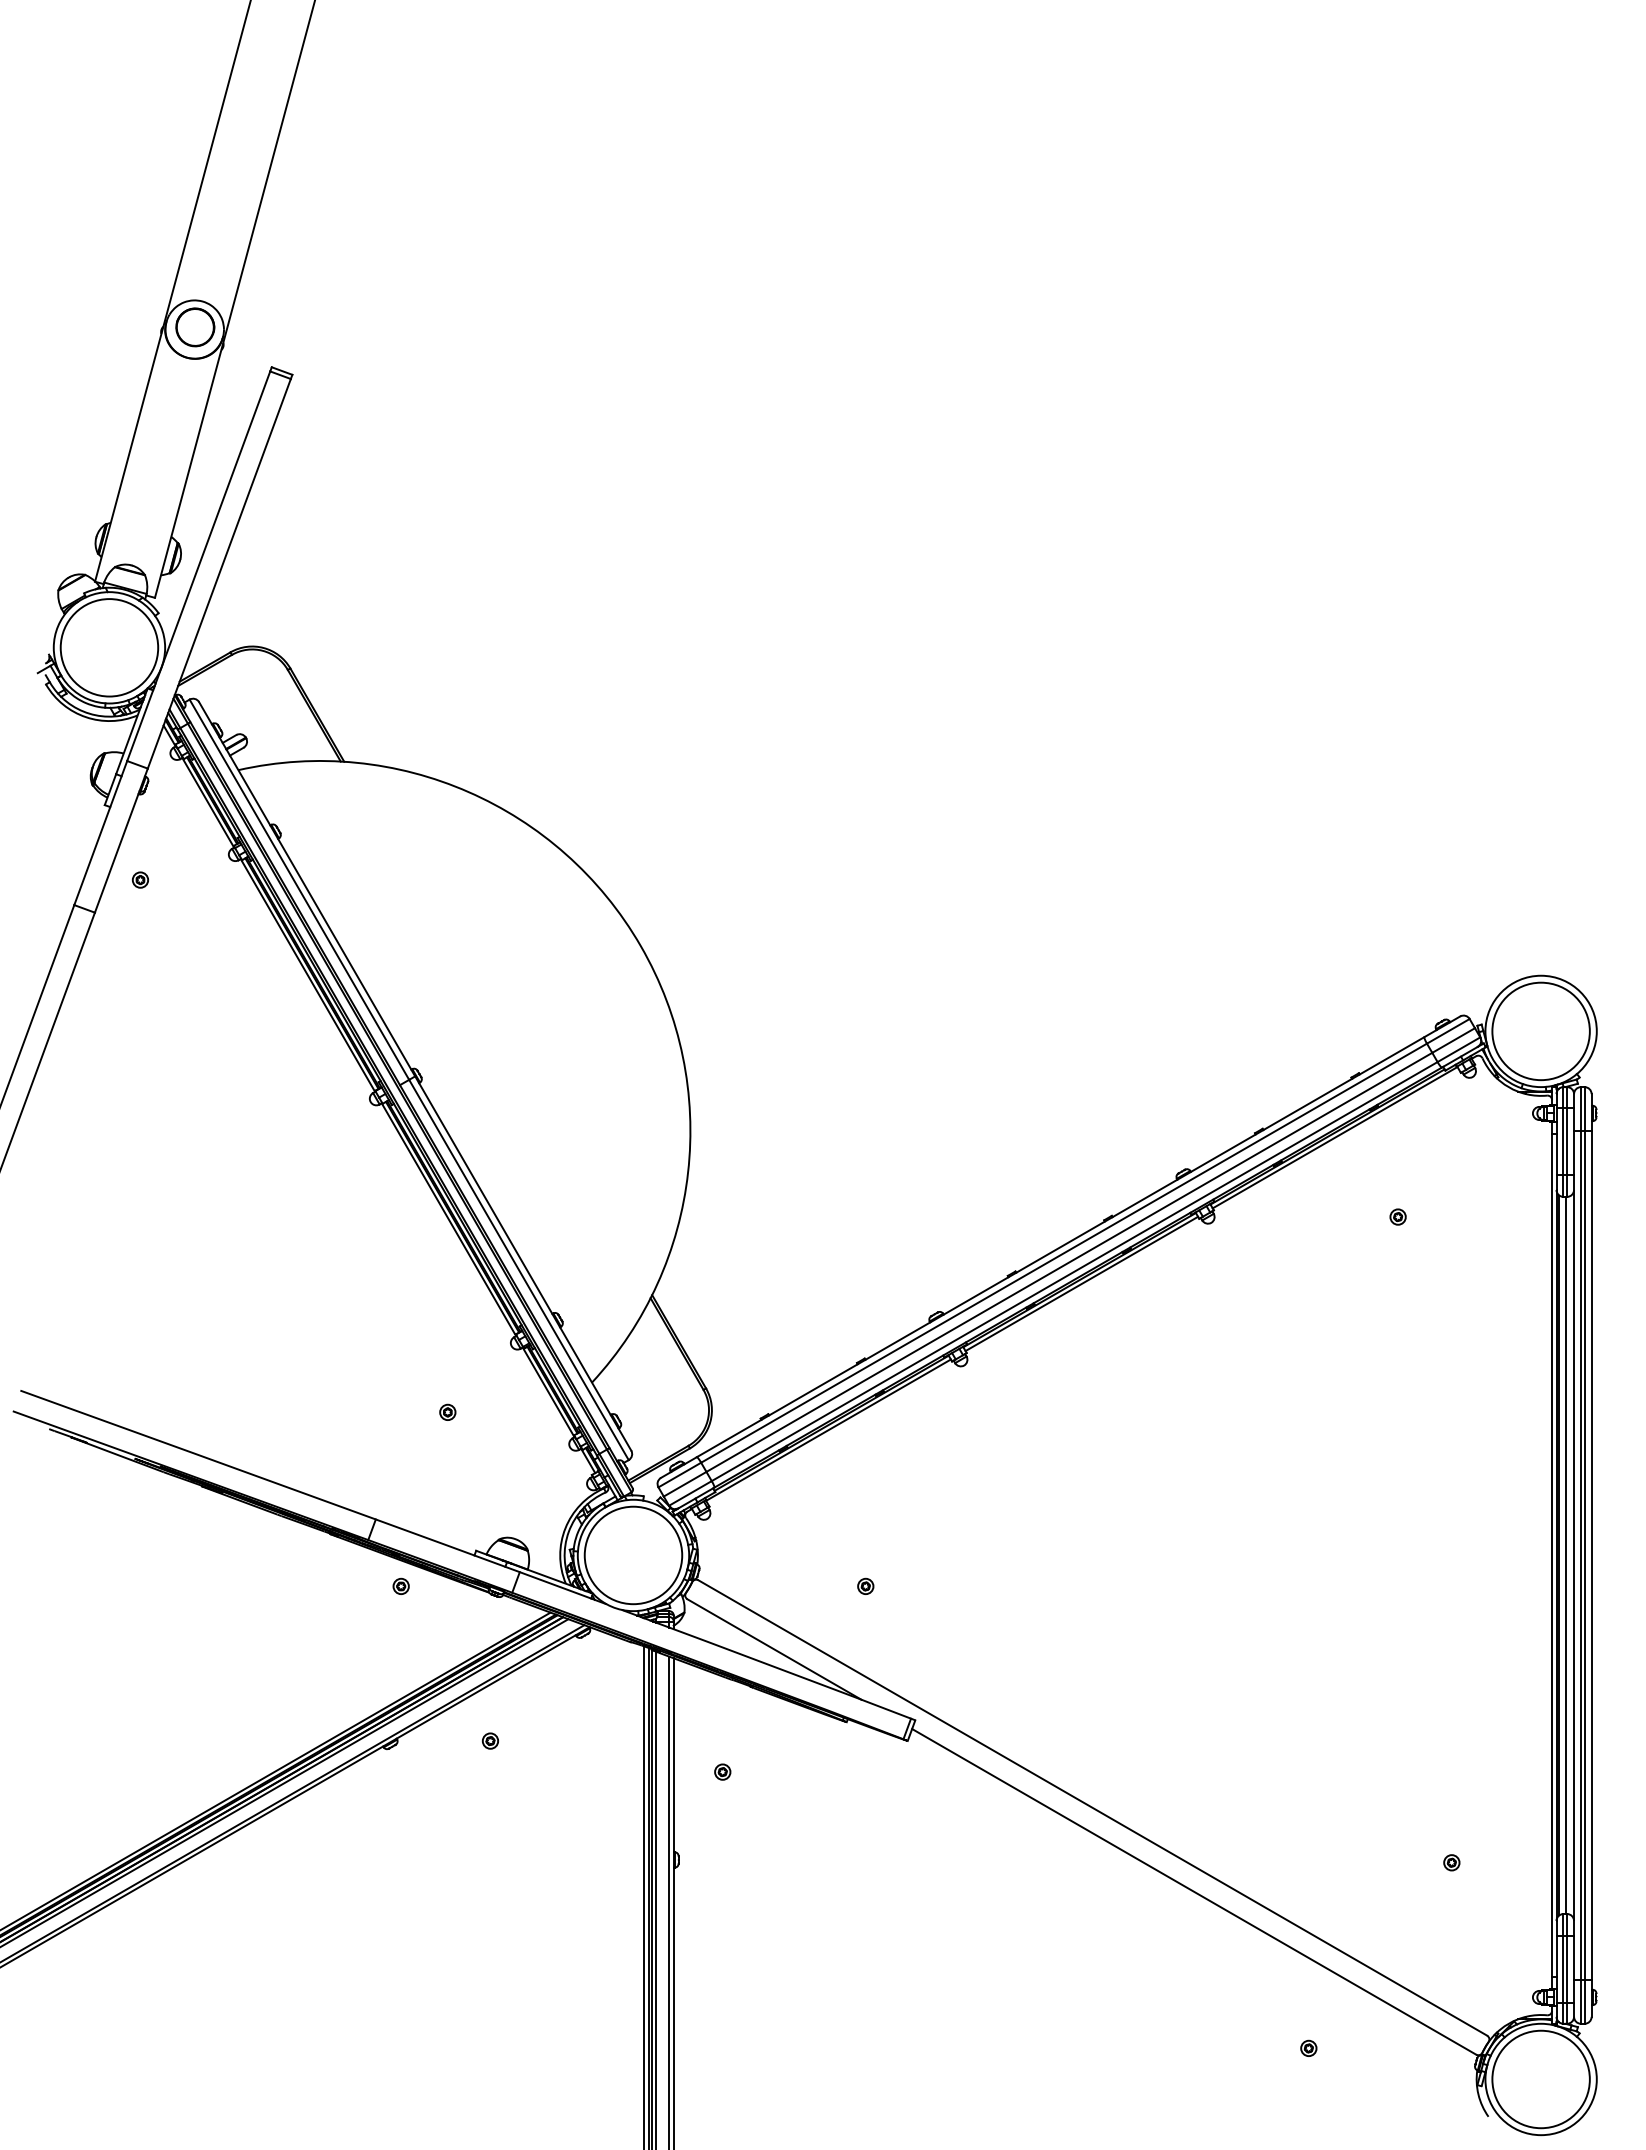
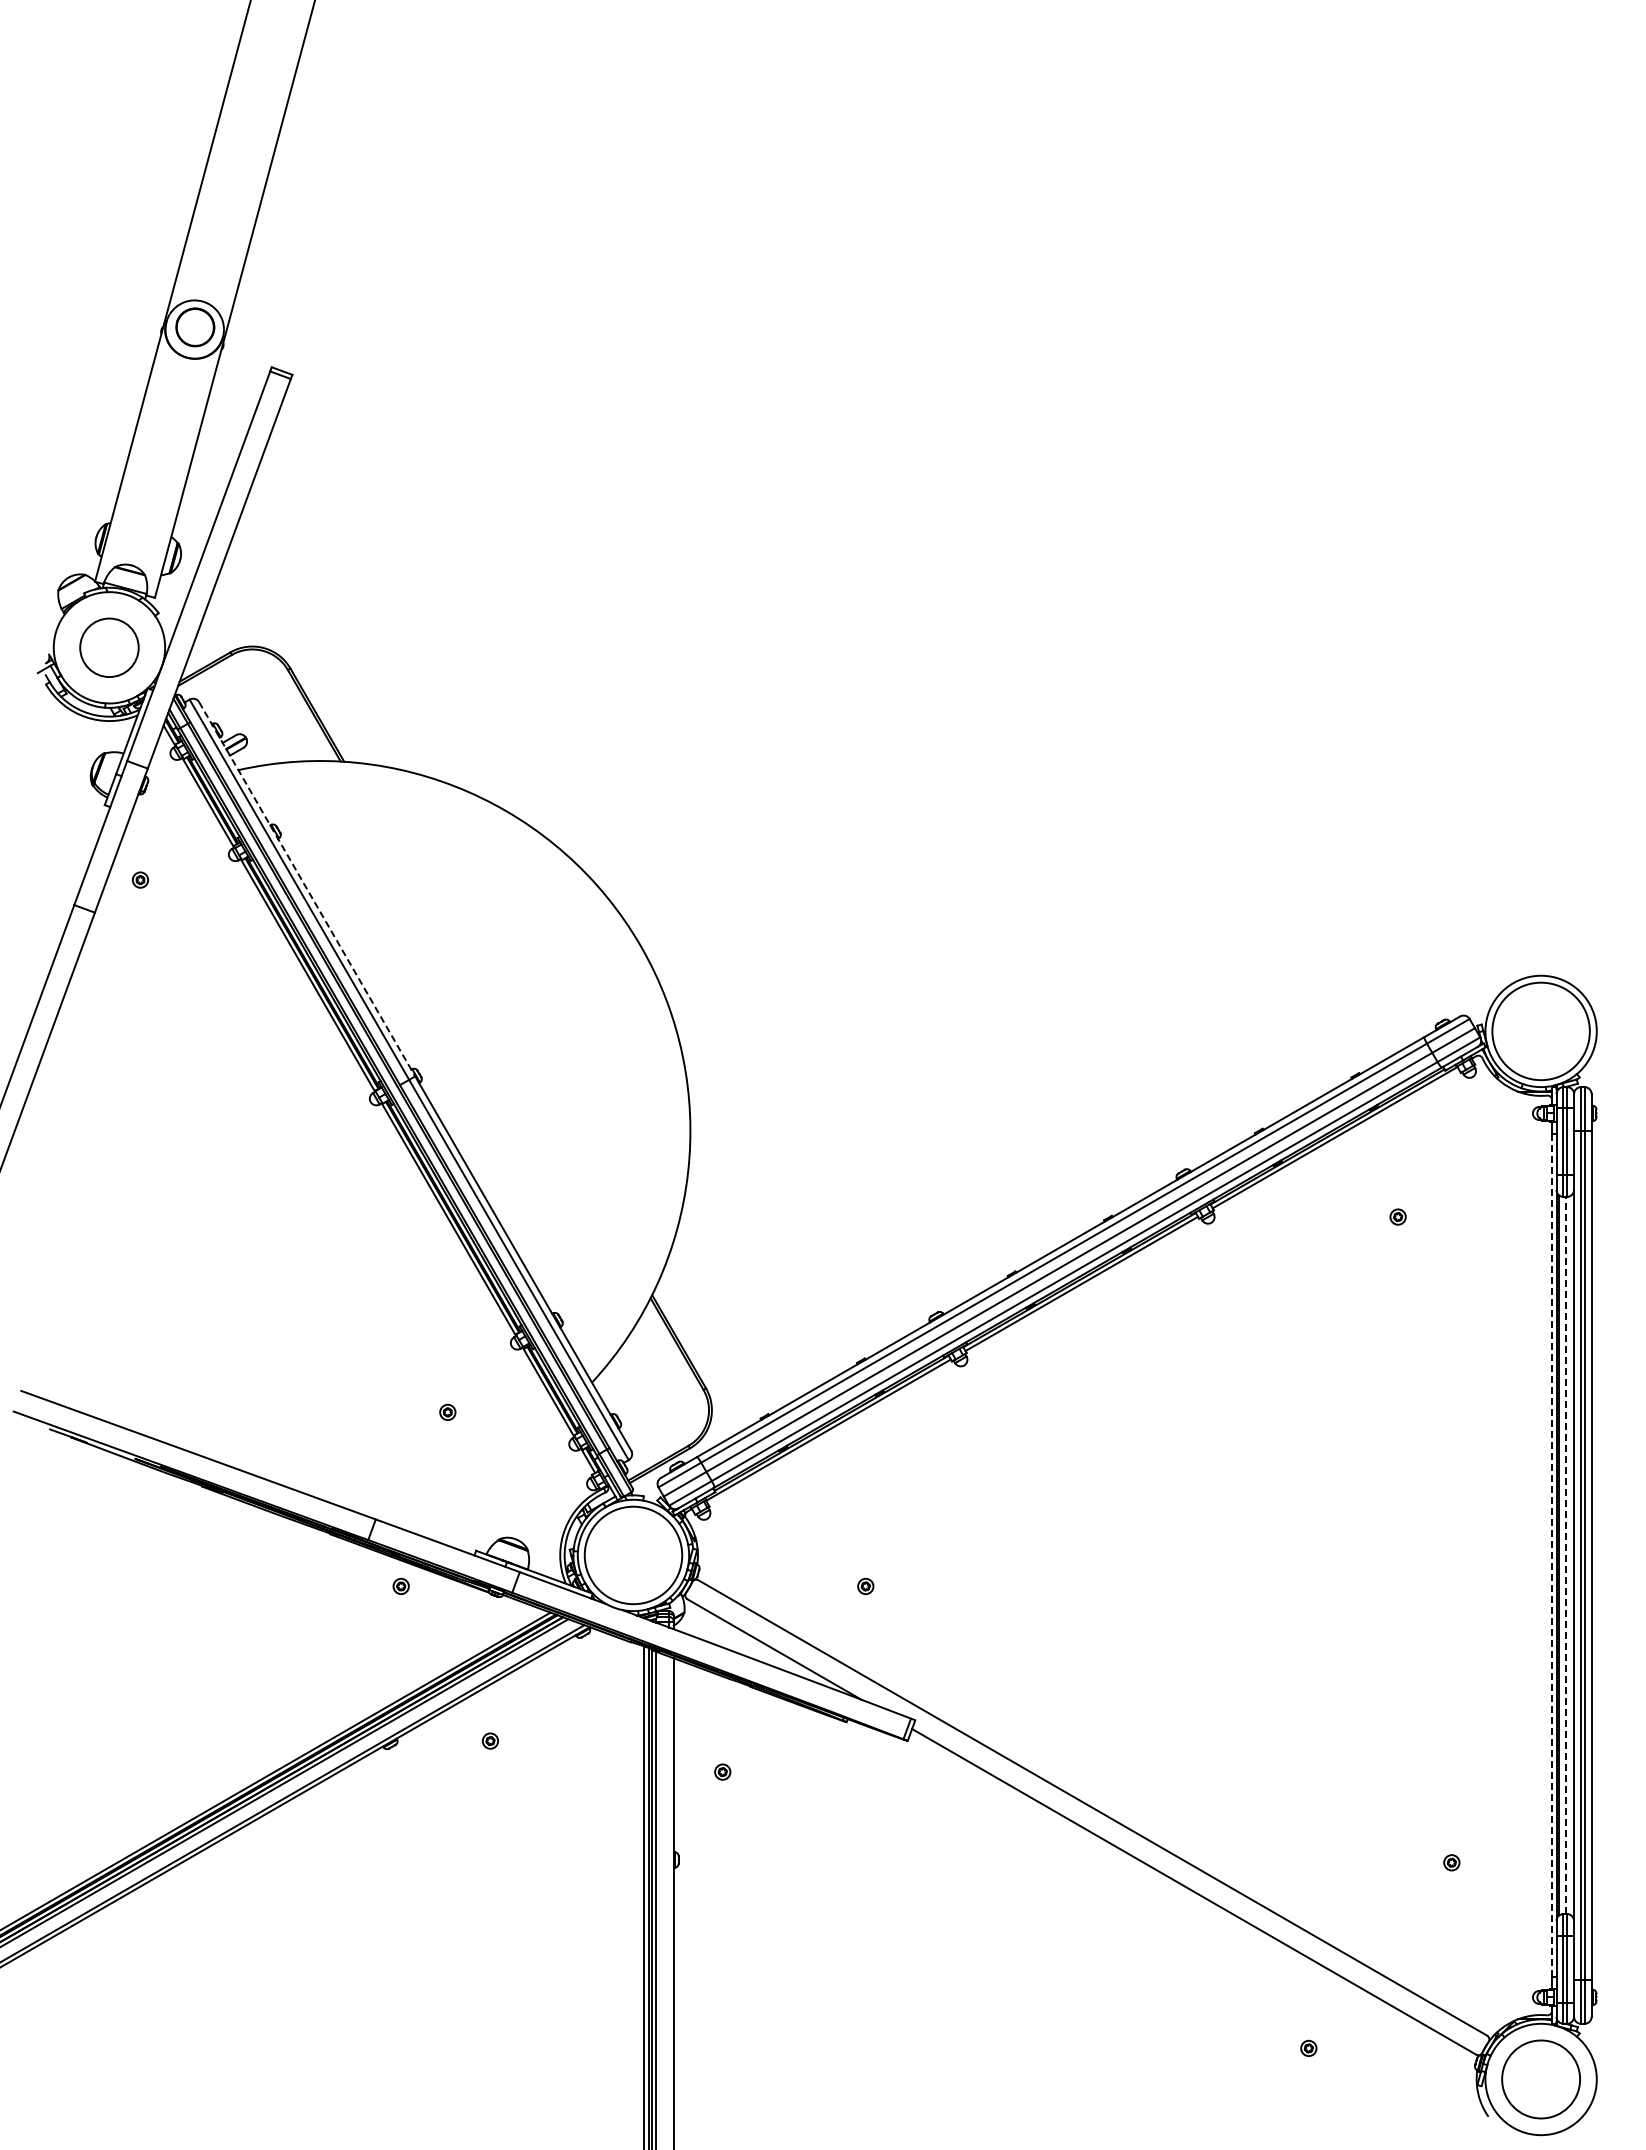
circle at (109, 647) diameter: 97 px -> 58 px
line at (307, 889): solid -> dashed
line at (1552, 1555): solid -> dashed
line at (1565, 1555): solid -> dashed
line at (669, 1901): present -> none
circle at (1540, 2079) diameter: 97 px -> 78 px
